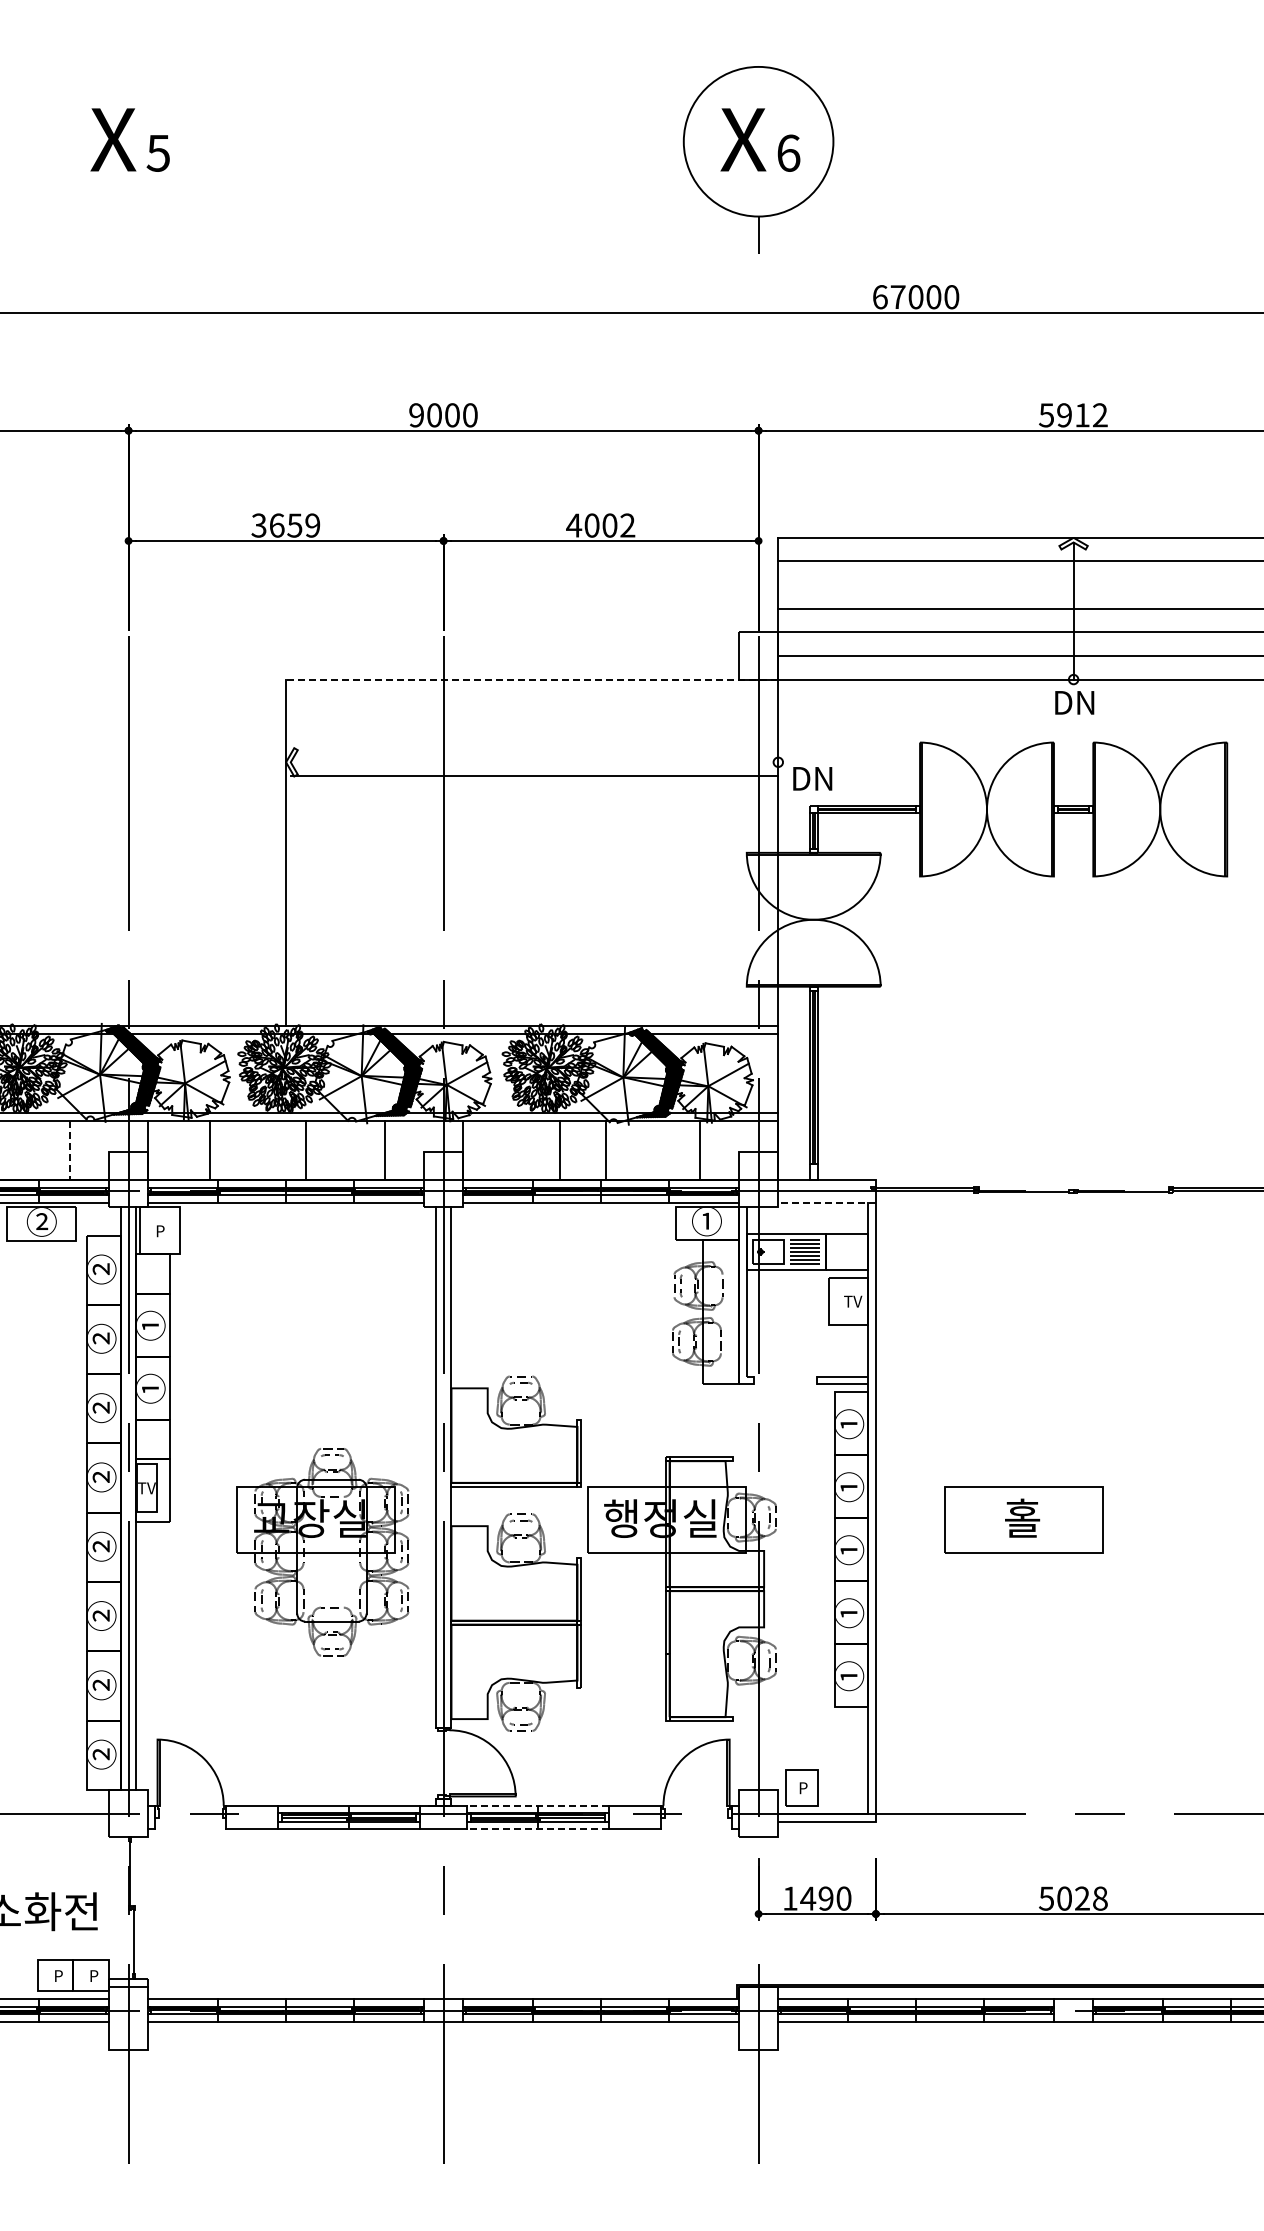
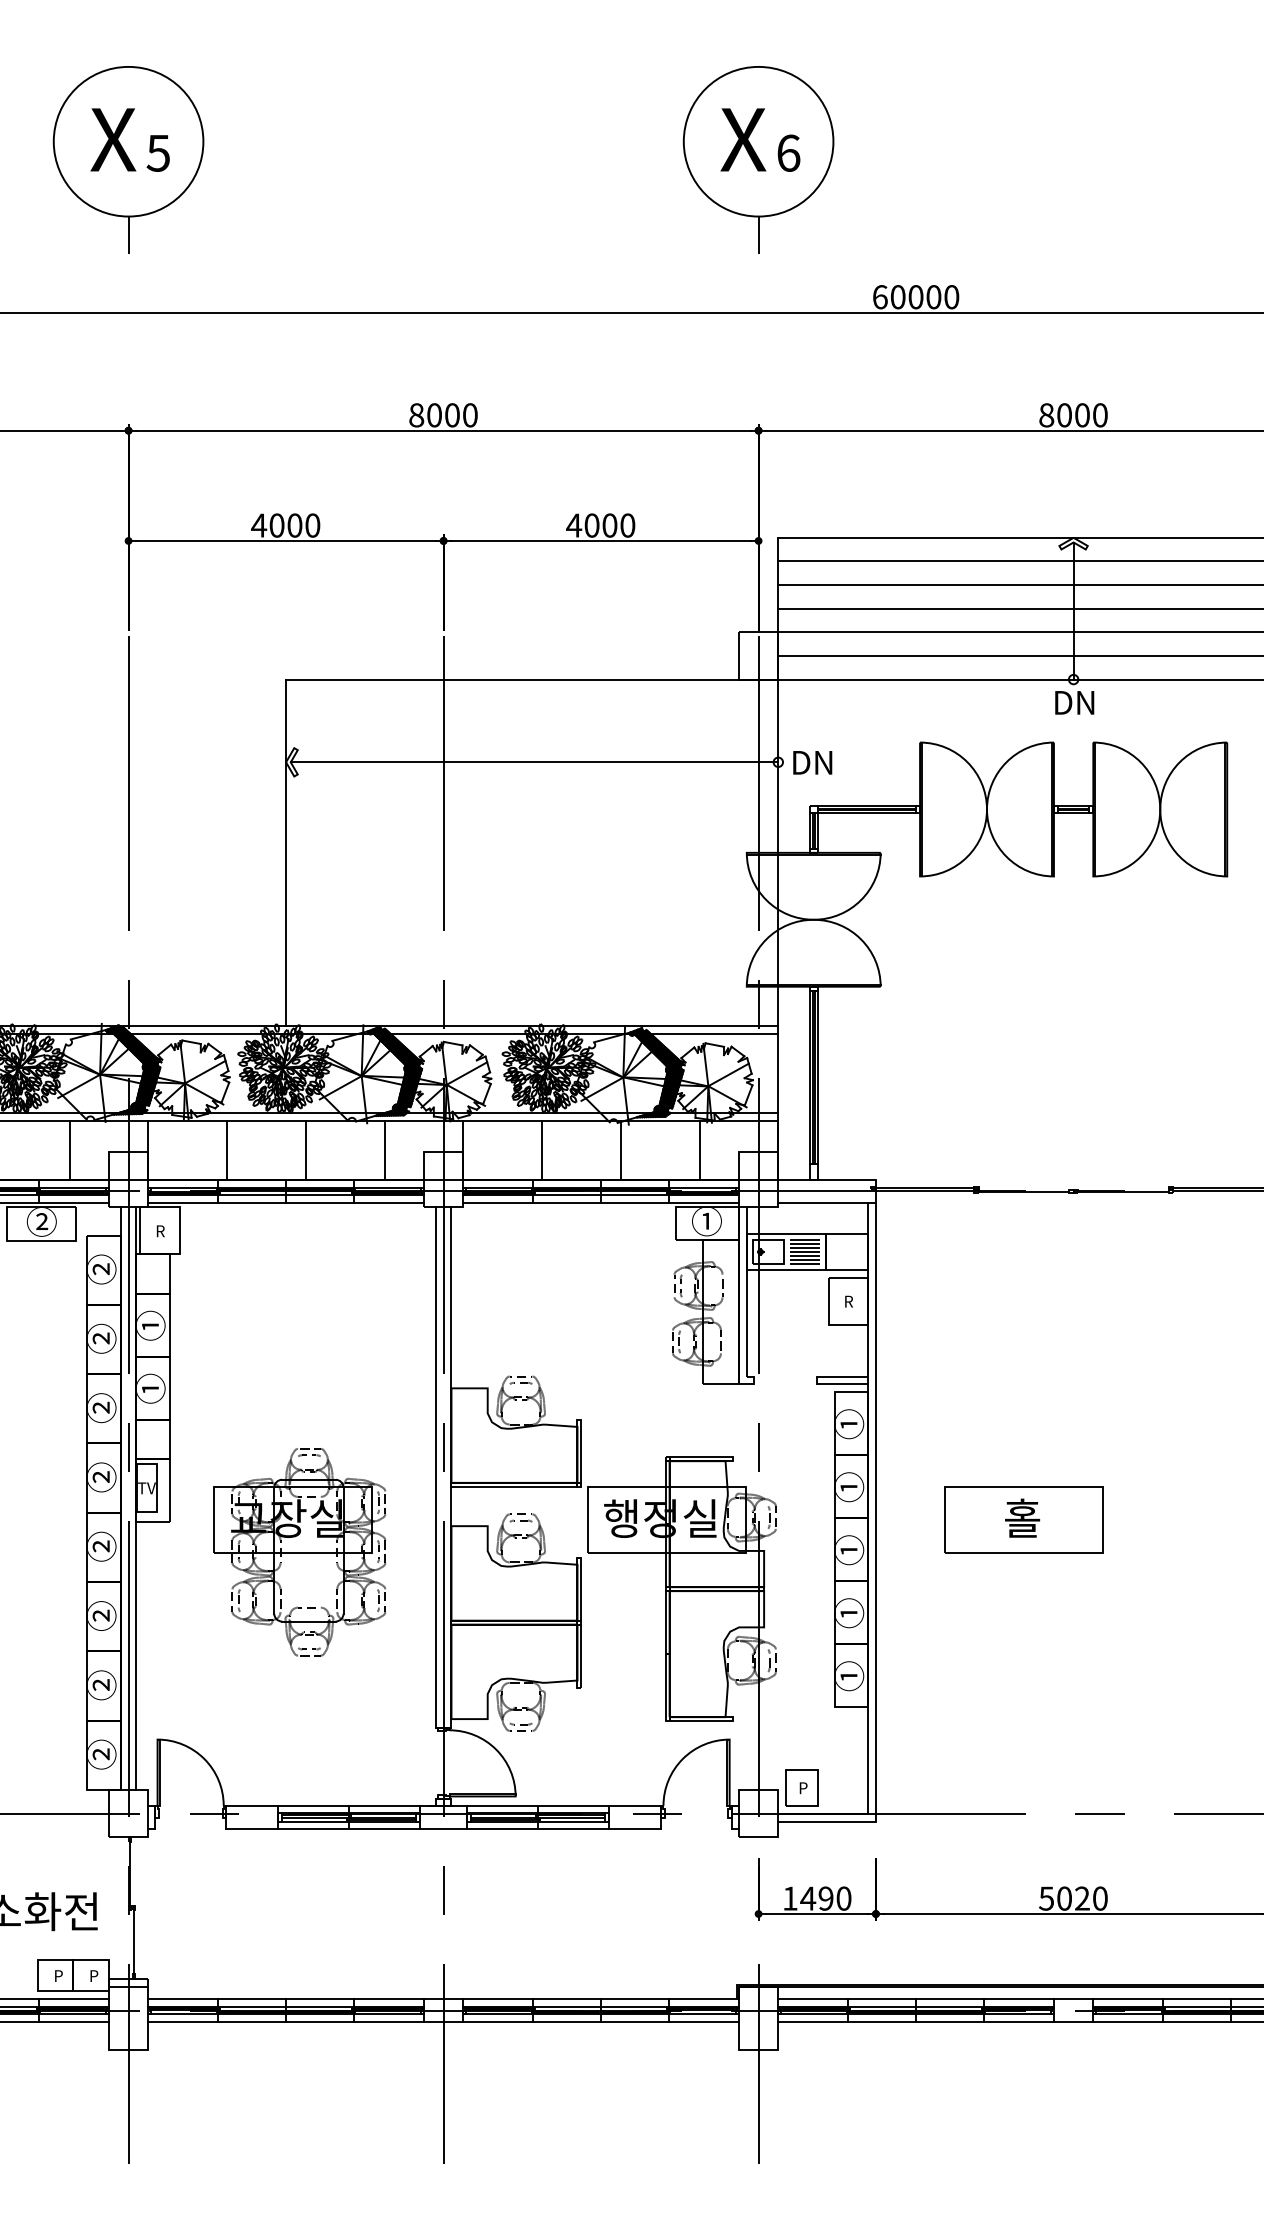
part at (128, 159): none -> present
text at (897, 297): 67000 -> 60000
text at (416, 415): 9000 -> 8000
text at (1073, 415): 5912 -> 8000
text at (285, 525): 3659 -> 4000
text at (627, 525): 4002 -> 4000
line at (1019, 585): none -> present
line at (531, 679): dashed -> solid
line at (534, 776) position: (534, 776) -> (534, 762)
text at (812, 778) position: (812, 778) -> (812, 762)
line at (210, 1149) position: (210, 1149) -> (227, 1149)
line at (560, 1149) position: (560, 1149) -> (542, 1149)
line at (605, 1149) position: (605, 1149) -> (620, 1149)
line at (69, 1150): dashed -> solid
line at (827, 1203): dashed -> solid
text at (161, 1233): P -> R
text at (853, 1301): TV -> R
part at (322, 1552) position: (322, 1552) -> (299, 1552)
line at (538, 1805): dashed -> solid
line at (538, 1829): dashed -> solid
text at (1100, 1898): 5028 -> 5020
